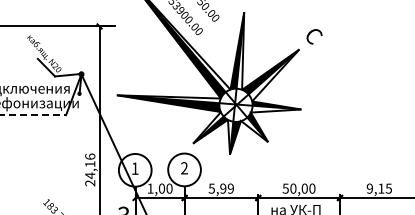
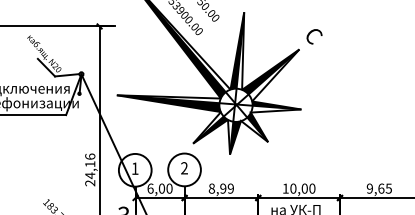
line at (33, 115): dashed -> solid
text at (150, 188): 1,00 -> 6,00
text at (211, 188): 5,99 -> 8,99
text at (285, 188): 50,00 -> 10,00
text at (381, 188): 9,15 -> 9,65
